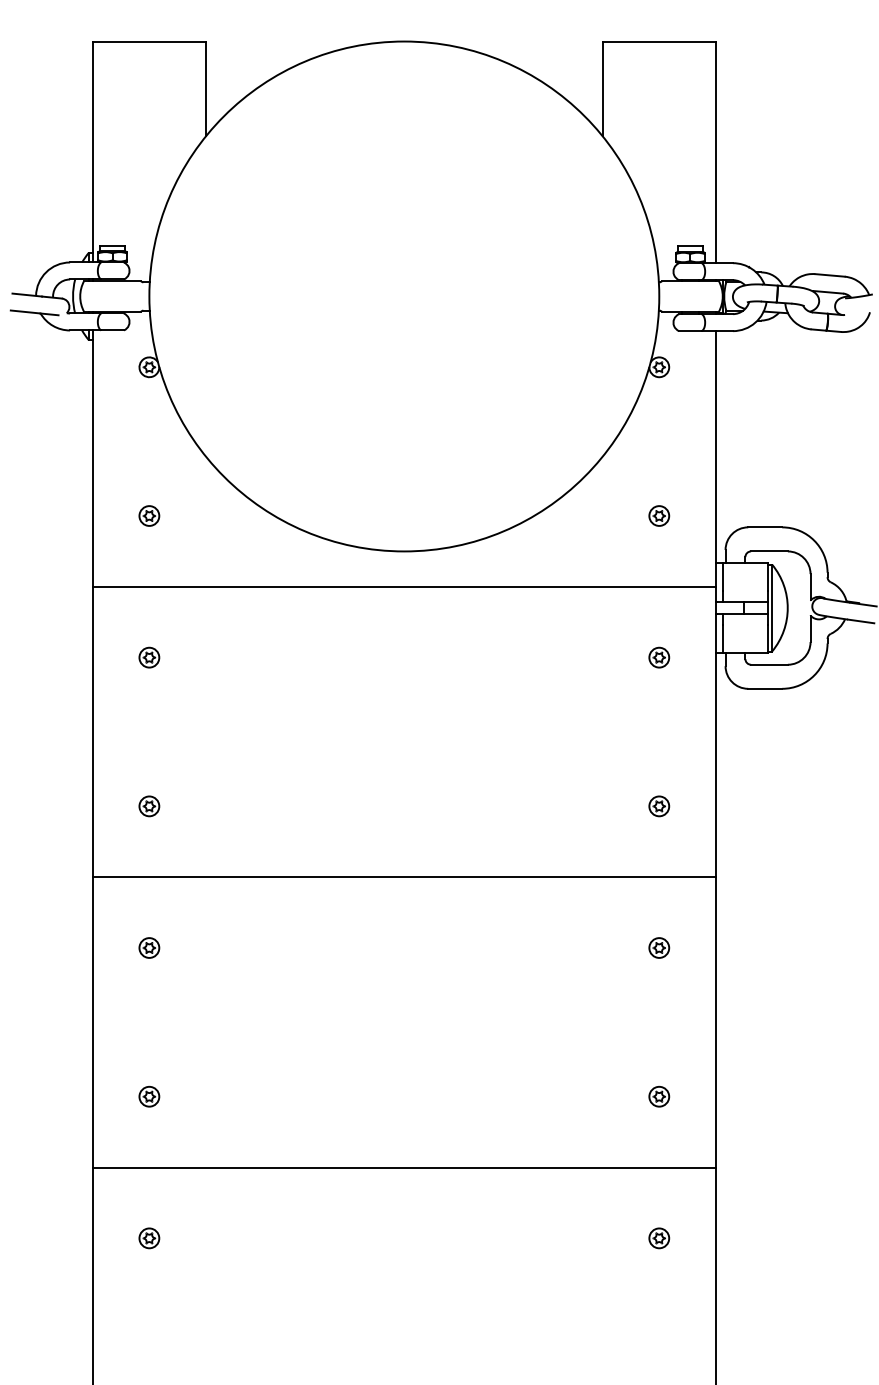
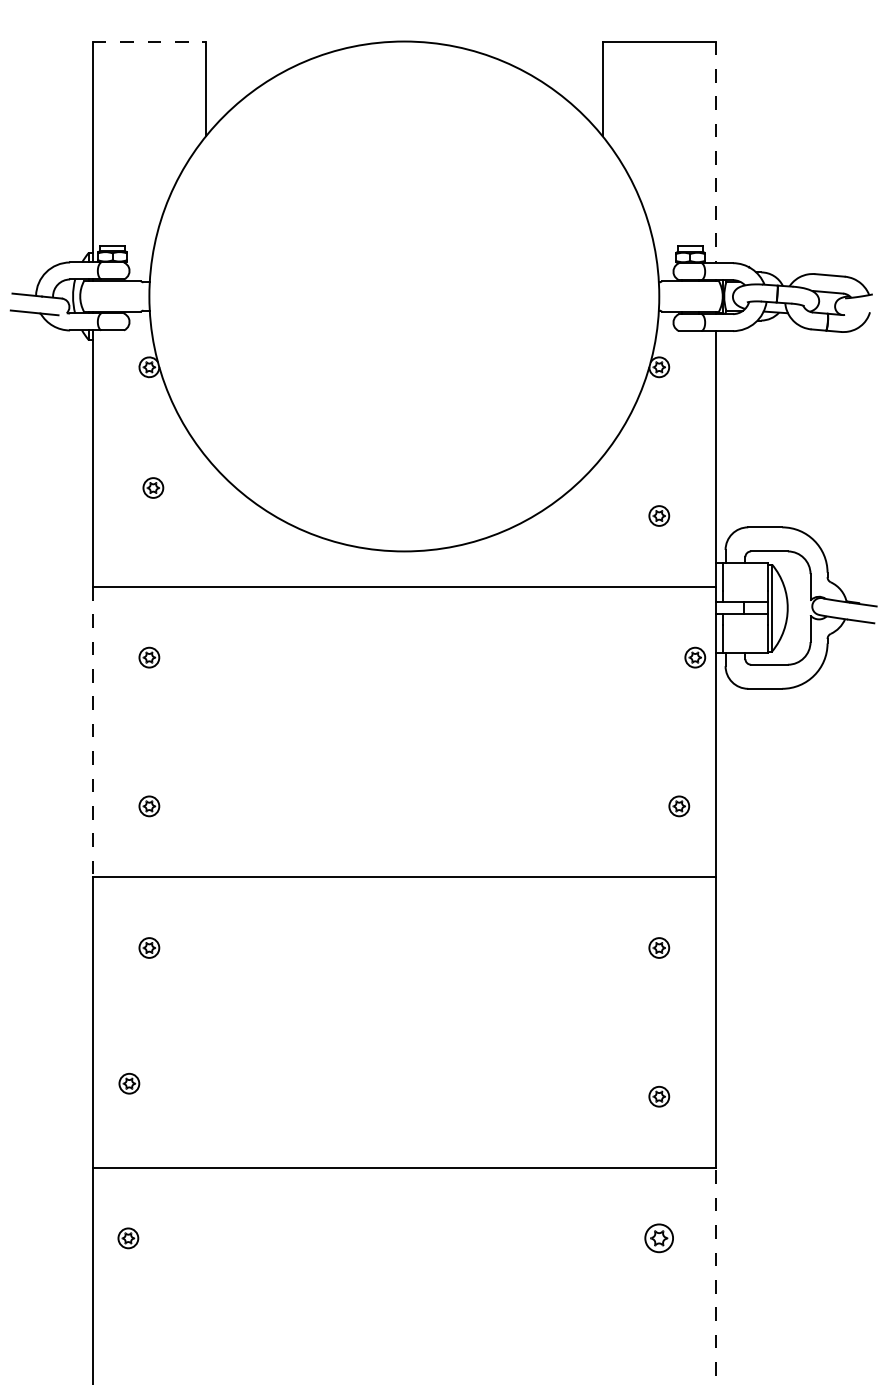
line at (149, 41): solid -> dashed
line at (715, 152): solid -> dashed
part at (149, 515) position: (149, 515) -> (153, 487)
part at (659, 657) position: (659, 657) -> (695, 657)
line at (92, 732): solid -> dashed
part at (659, 806) position: (659, 806) -> (679, 806)
part at (149, 1096) position: (149, 1096) -> (129, 1083)
part at (149, 1238) position: (149, 1238) -> (128, 1238)
part at (659, 1238) size: 23x23 px -> 30x31 px
line at (715, 1275): solid -> dashed
